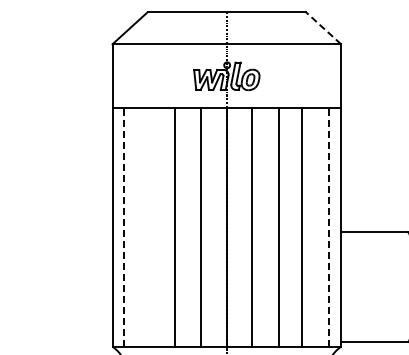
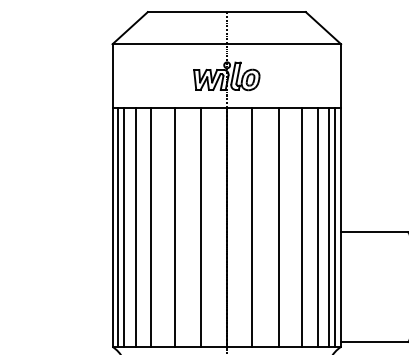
line at (323, 28): dashed -> solid
line at (118, 227): none -> present
line at (124, 227): dashed -> solid
line at (135, 227): none -> present
line at (151, 227): none -> present
line at (317, 227): none -> present
line at (329, 227): dashed -> solid
line at (335, 227): none -> present
